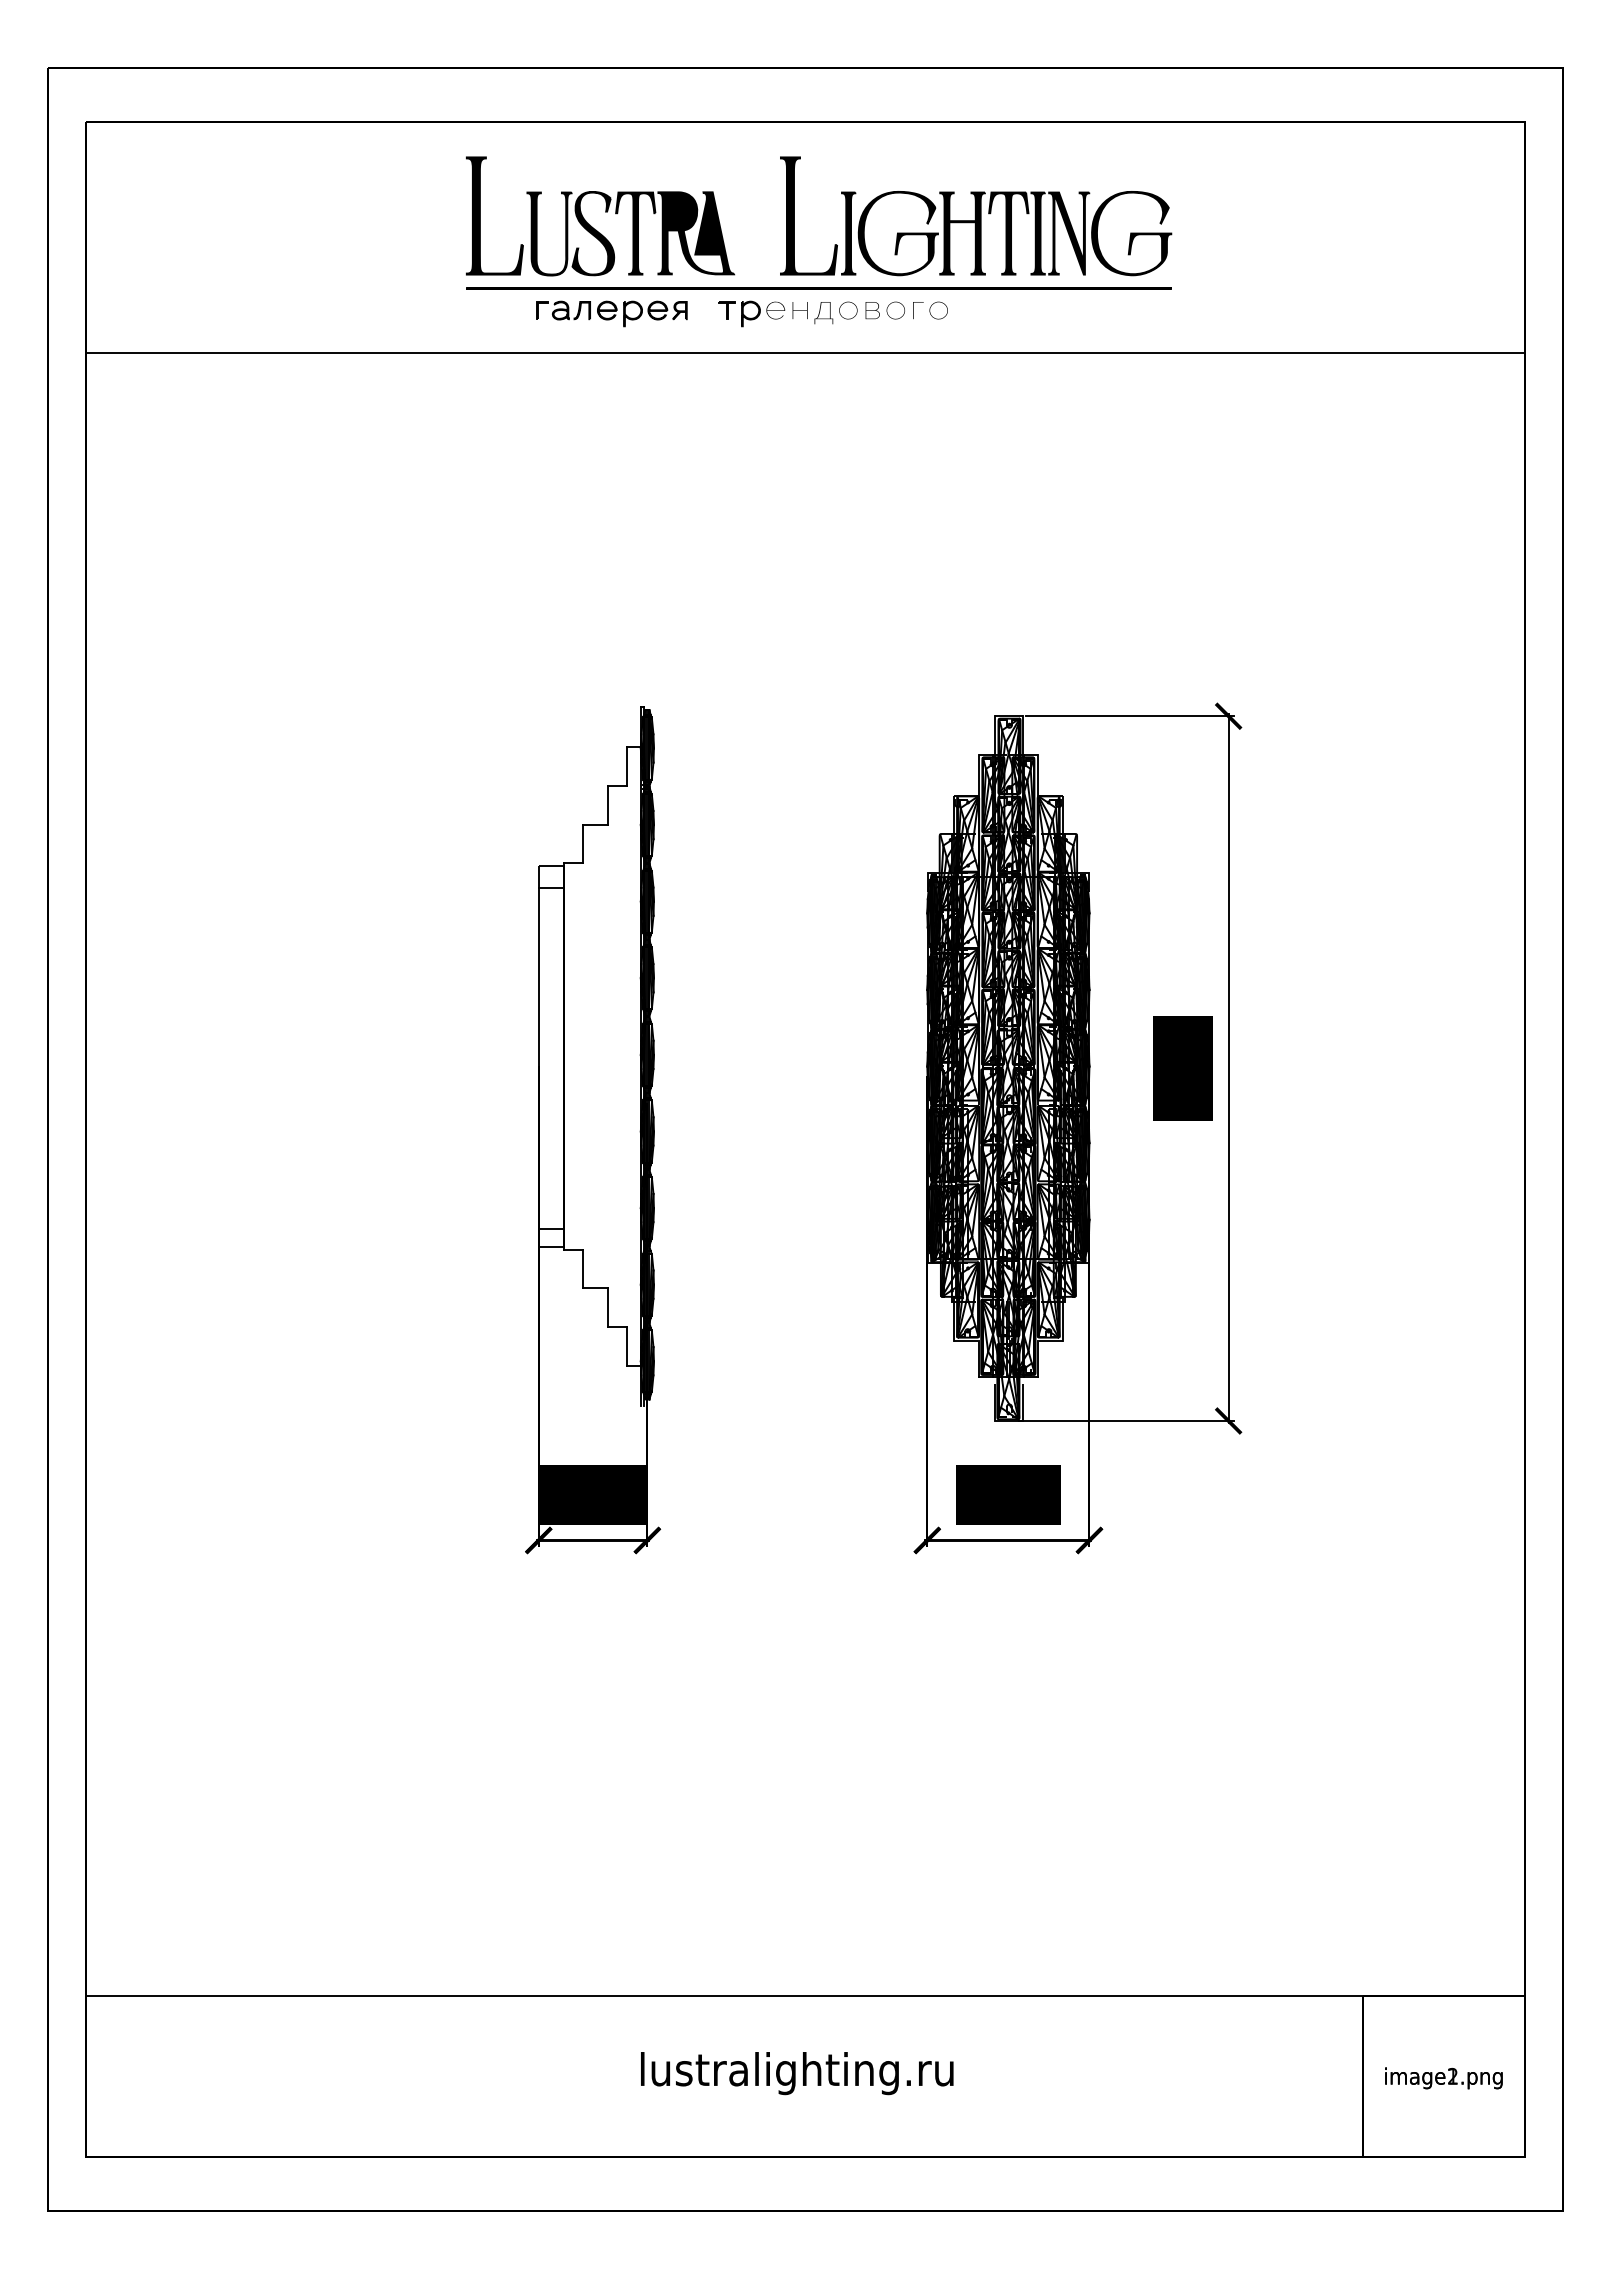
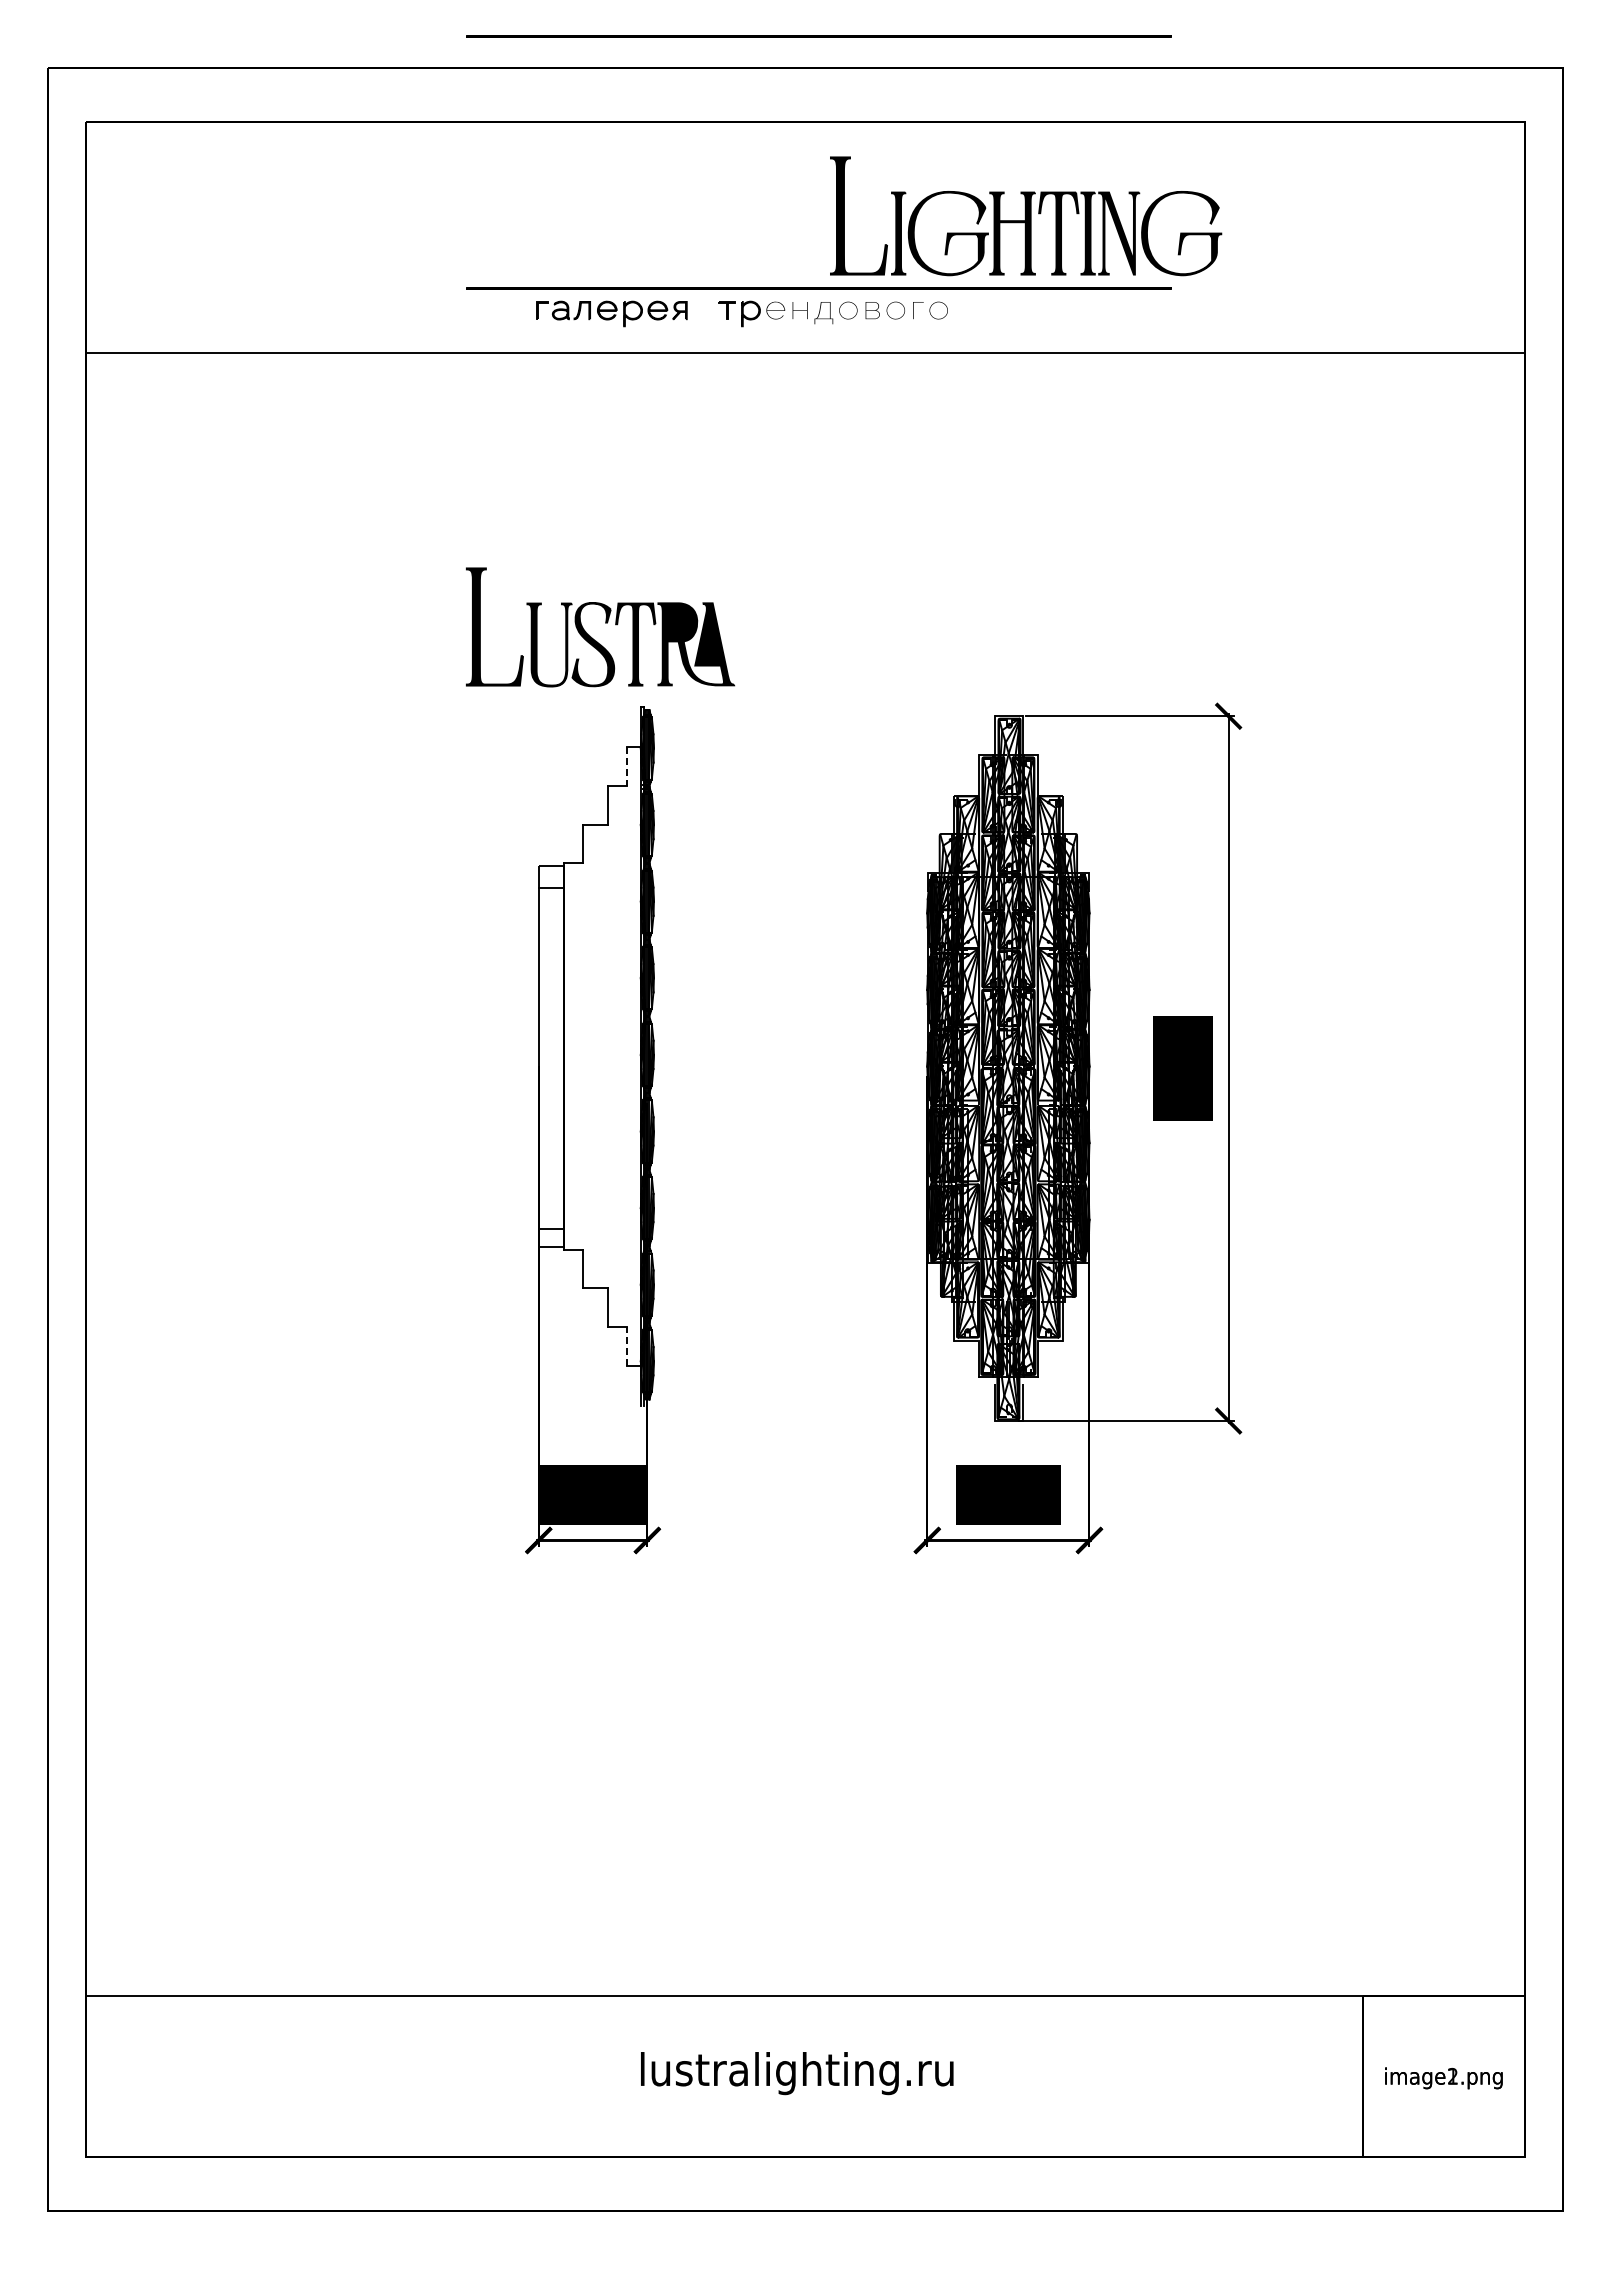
line at (818, 36): none -> present
part at (605, 212) position: (605, 212) -> (605, 623)
part at (976, 216) position: (976, 216) -> (1026, 216)
line at (626, 767): solid -> dashed
line at (626, 1345): solid -> dashed
